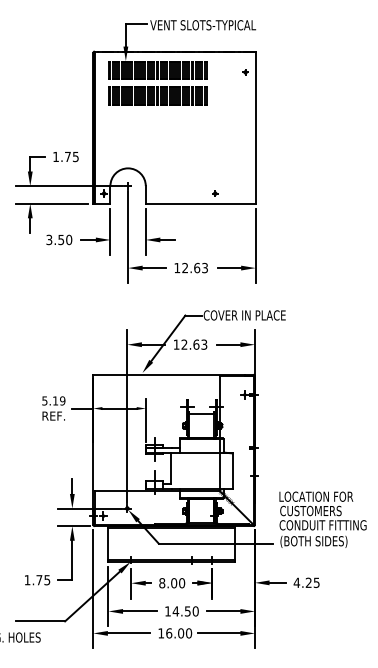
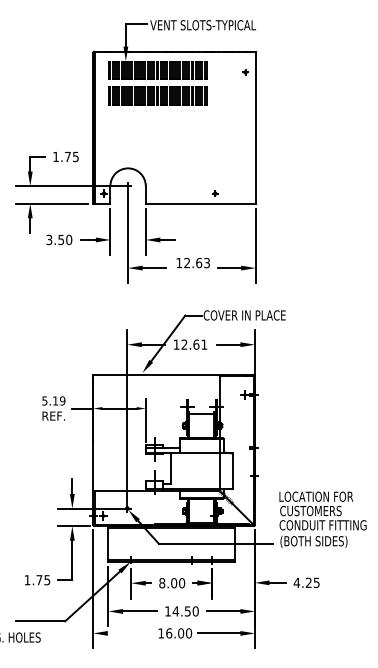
text at (190, 267) position: (190, 267) -> (192, 262)
text at (204, 344): 12.63 -> 12.61
line at (128, 633): present -> none
